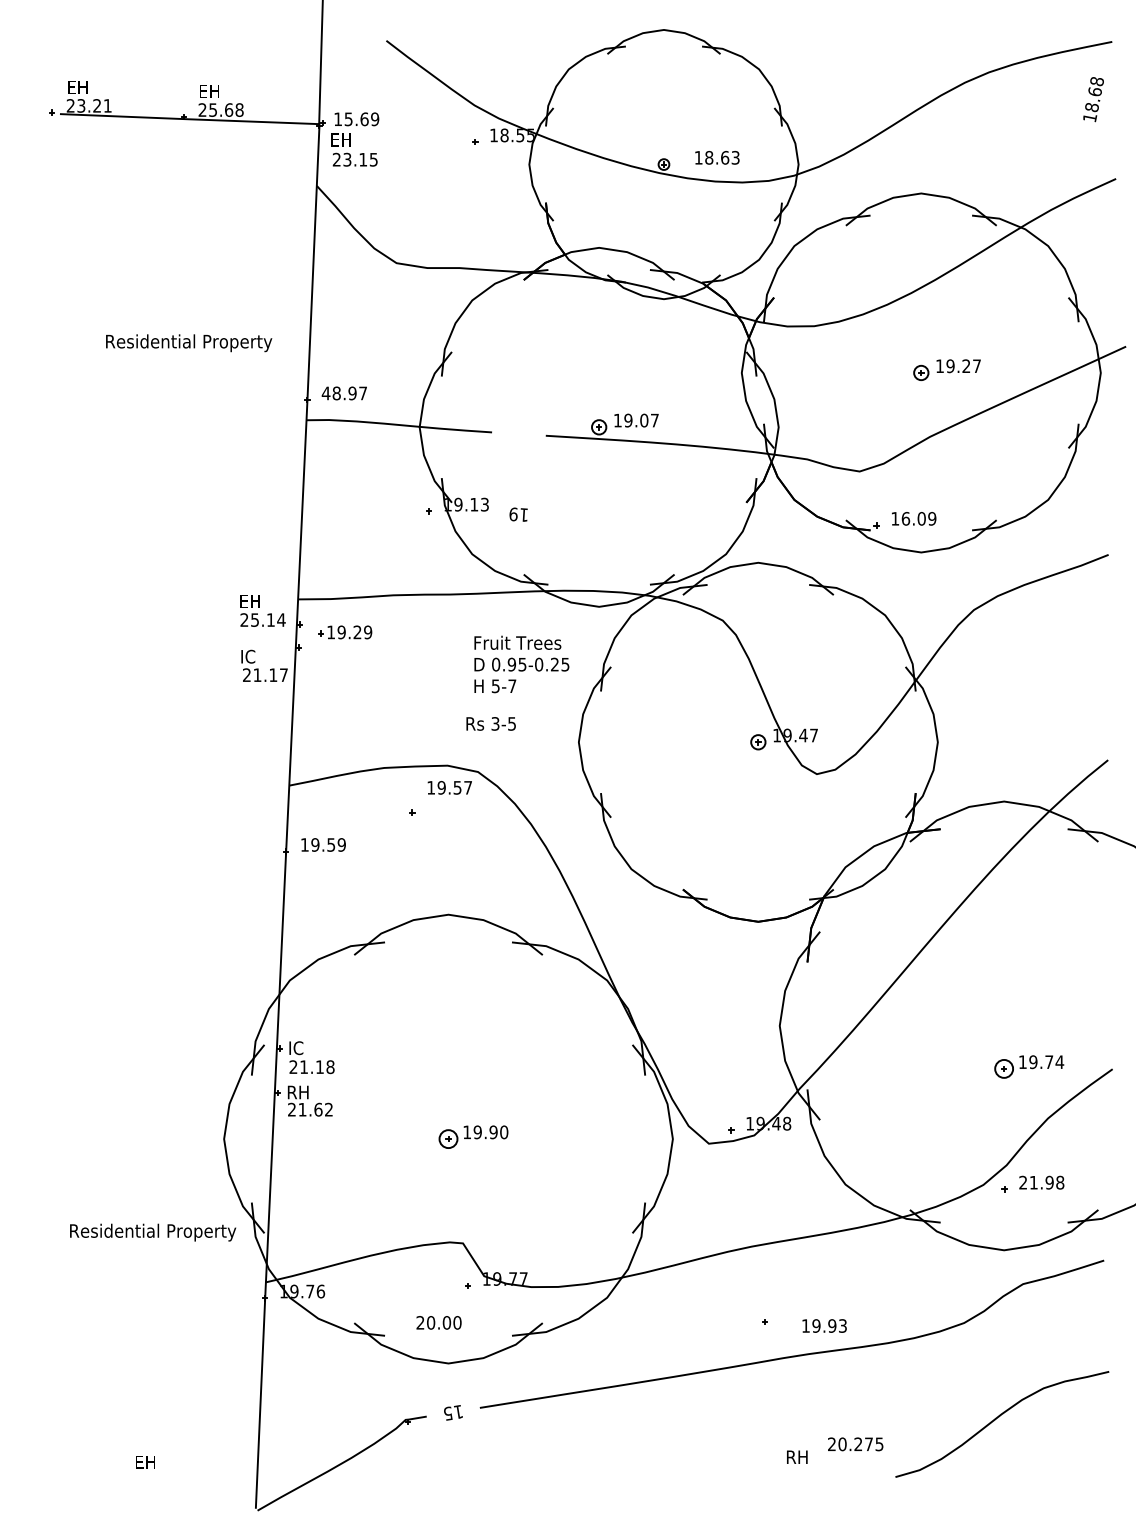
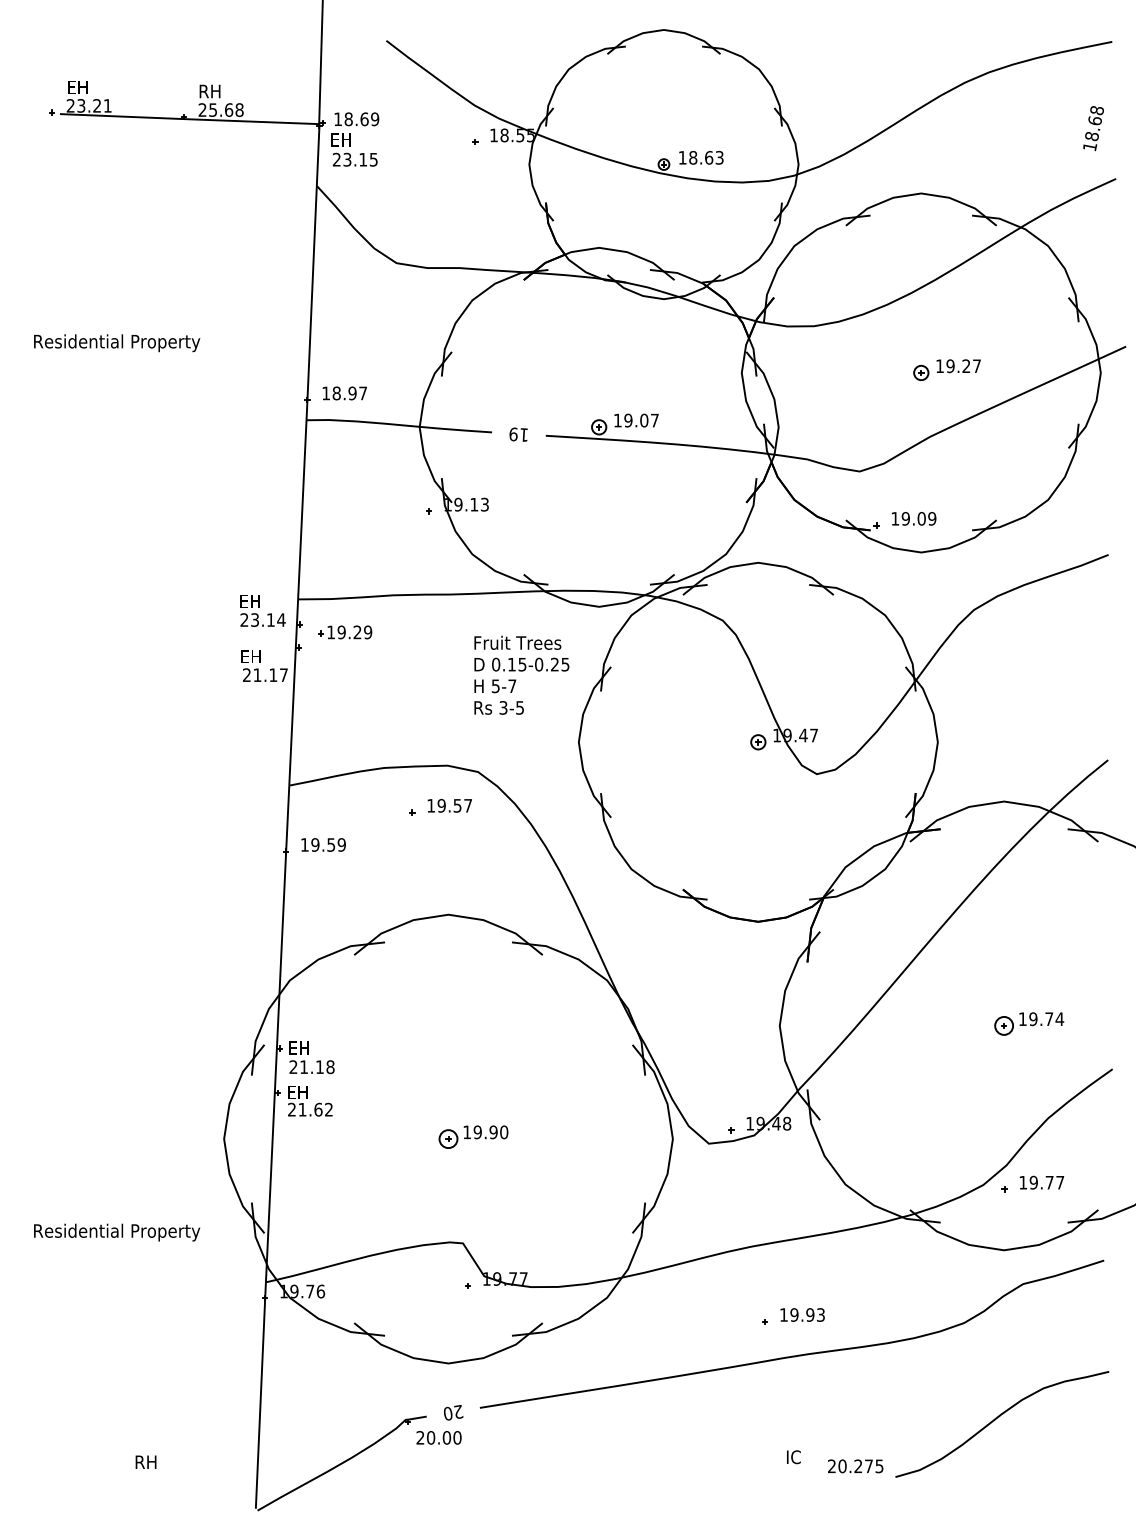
text at (209, 91): EH -> RH
text at (1093, 99) position: (1093, 99) -> (1093, 128)
text at (348, 119): 15.69 -> 18.69
text at (717, 157) position: (717, 157) -> (701, 157)
text at (189, 343) position: (189, 343) -> (117, 343)
text at (325, 393): 48.97 -> 18.97
text at (518, 514) position: (518, 514) -> (518, 434)
text at (905, 518): 16.09 -> 19.09
text at (254, 619): 25.14 -> 23.14
text at (250, 656): IC -> EH
text at (511, 664): 0.95-0.25 -> 0.15-0.25
text at (490, 723) position: (490, 723) -> (498, 707)
text at (449, 787) position: (449, 787) -> (449, 805)
text at (298, 1048): IC -> EH
part at (1029, 1066) position: (1029, 1066) -> (1029, 1023)
text at (297, 1092): RH -> EH
text at (1041, 1182): 21.98 -> 19.77
text at (153, 1232) position: (153, 1232) -> (117, 1232)
text at (438, 1322) position: (438, 1322) -> (438, 1437)
text at (824, 1325) position: (824, 1325) -> (802, 1314)
text at (453, 1412): 15 -> 20
text at (855, 1444) position: (855, 1444) -> (855, 1466)
text at (797, 1457): RH -> IC
text at (145, 1461): EH -> RH
